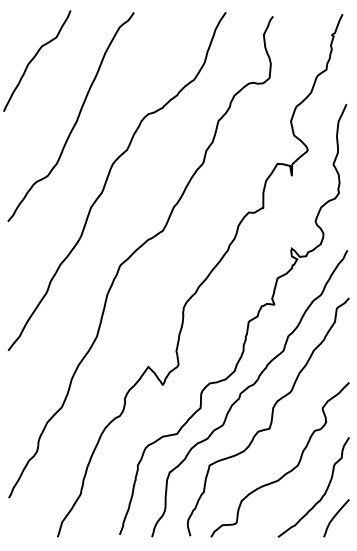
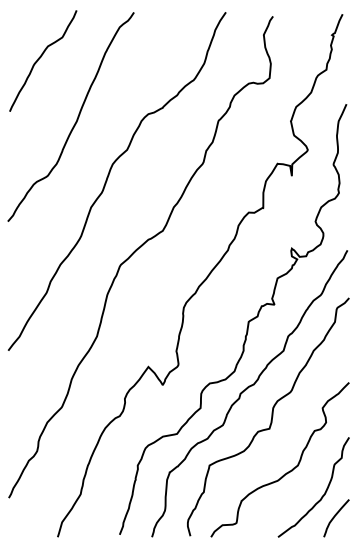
curve at (35, 57) position: (35, 57) -> (41, 57)
